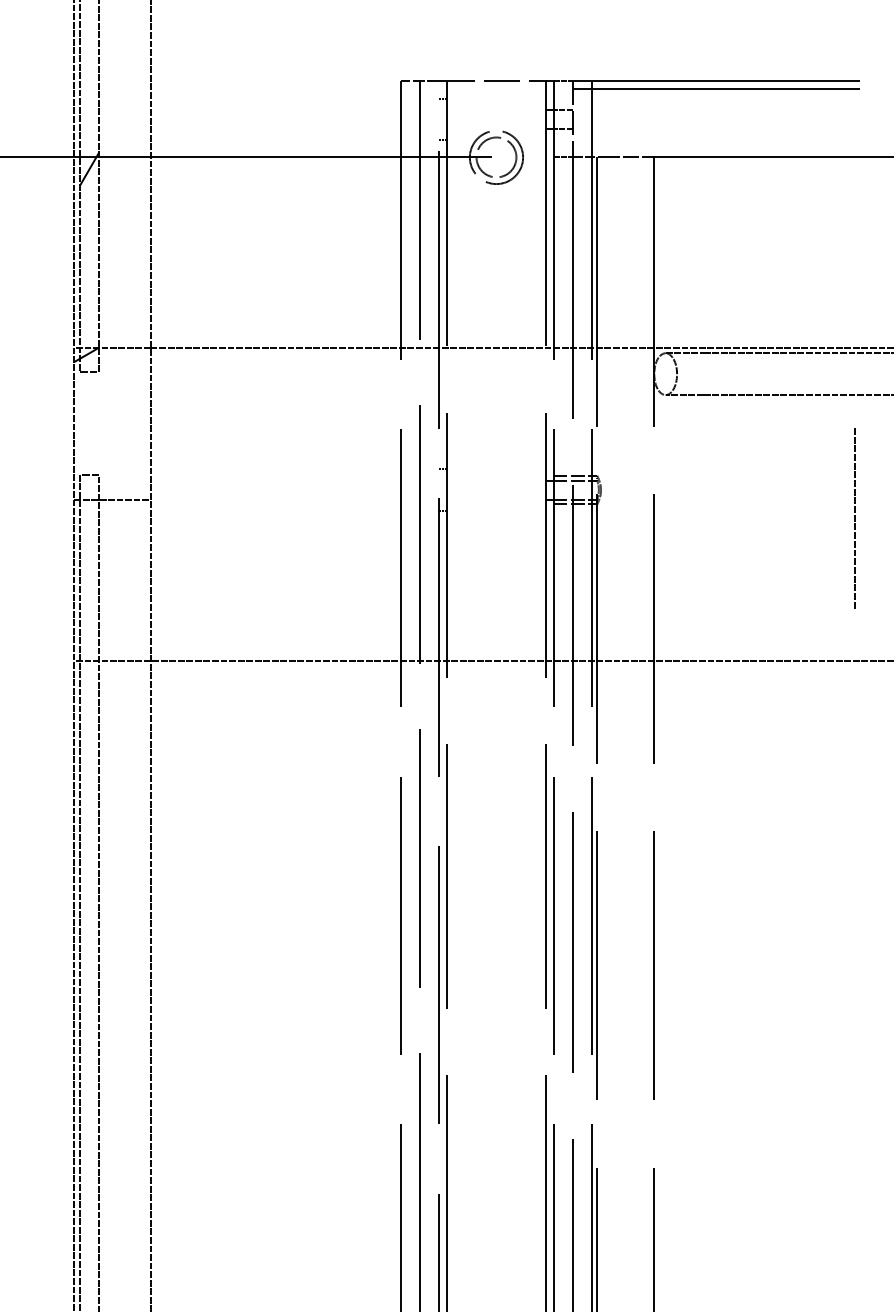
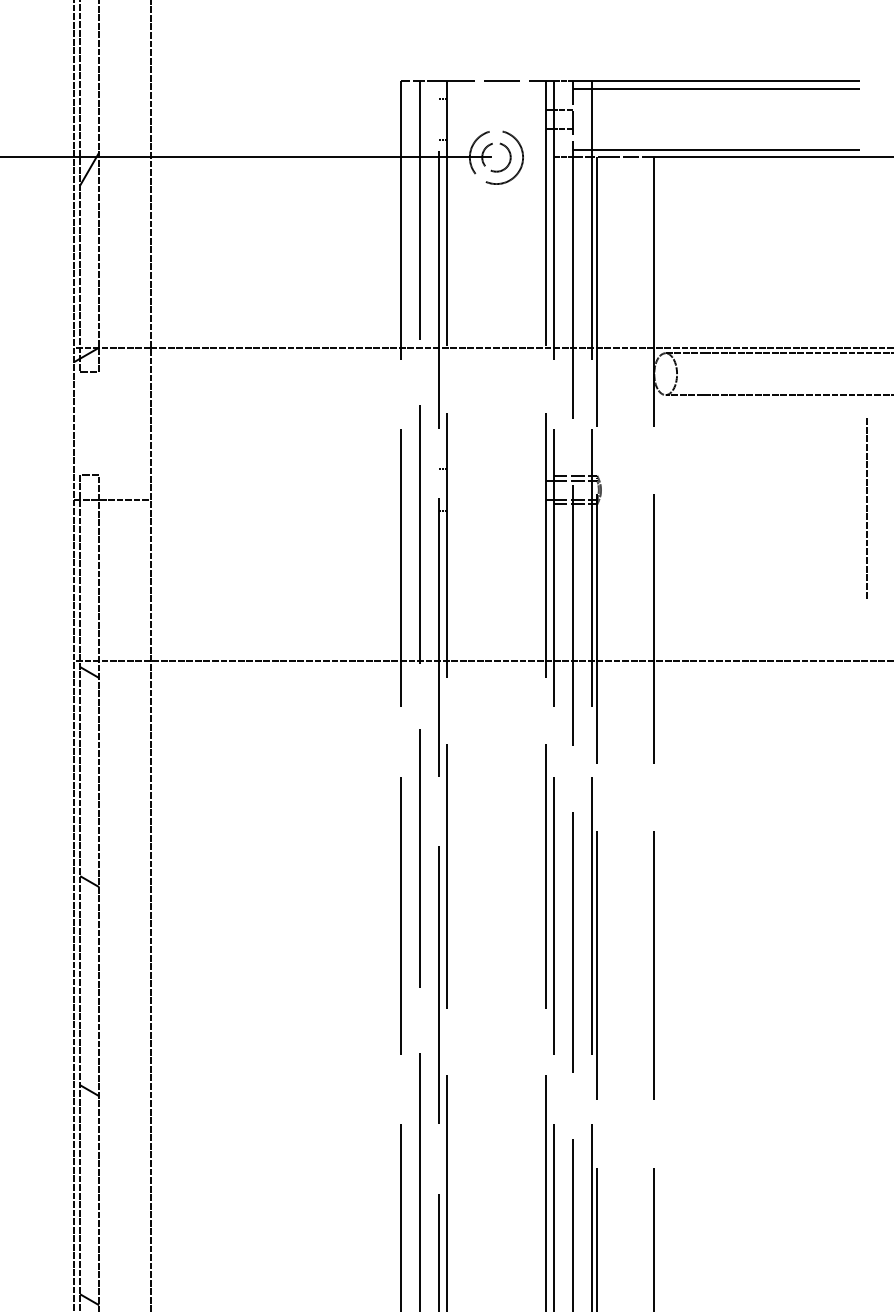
line at (731, 149): none -> present
circle at (496, 157) diameter: 40 px -> 29 px
line at (854, 518) position: (854, 518) -> (866, 508)
hatch at (89, 986): none -> present
